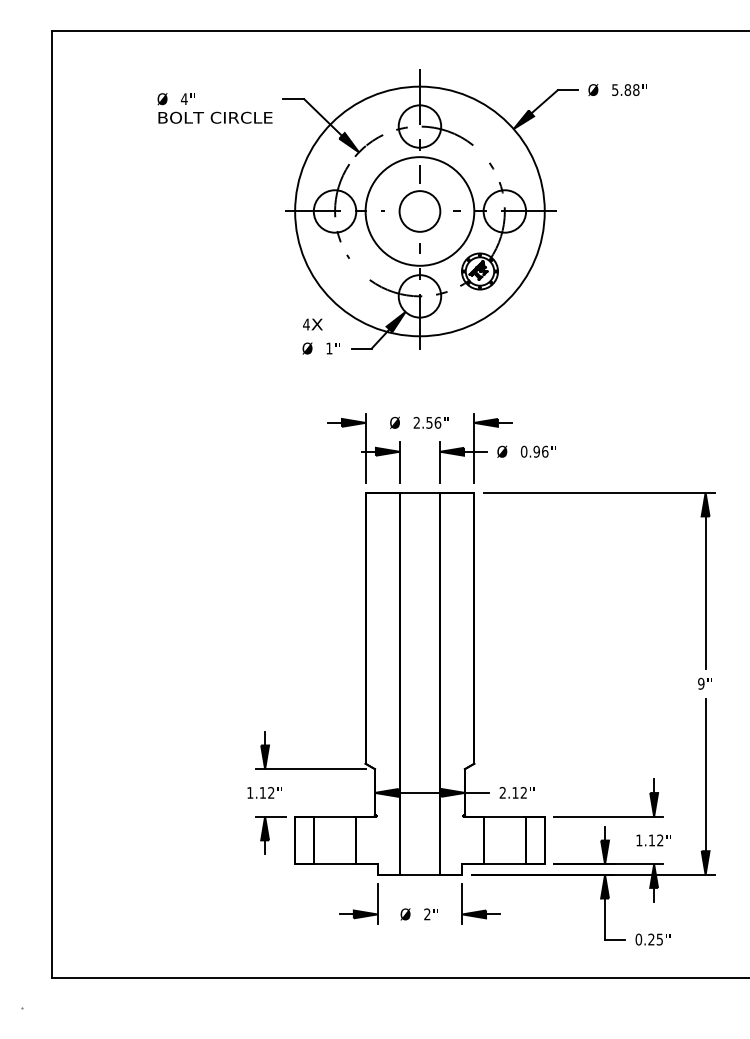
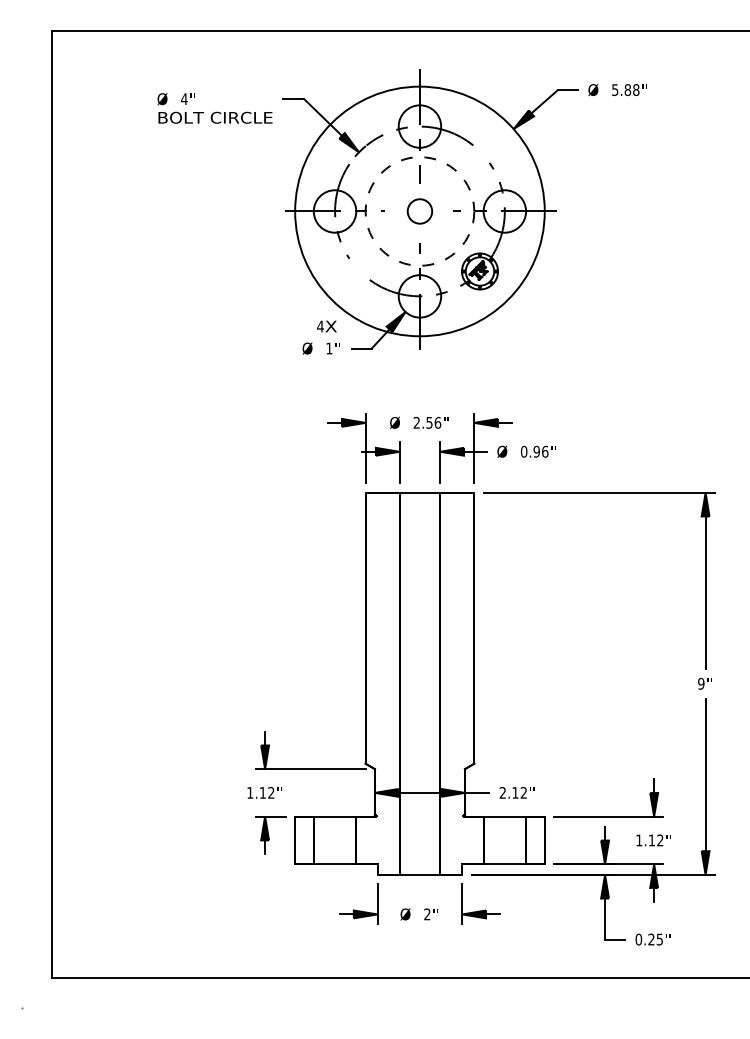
circle at (419, 211) diameter: 41 px -> 24 px
circle at (419, 211): solid -> dashed
text at (312, 324) position: (312, 324) -> (326, 326)
